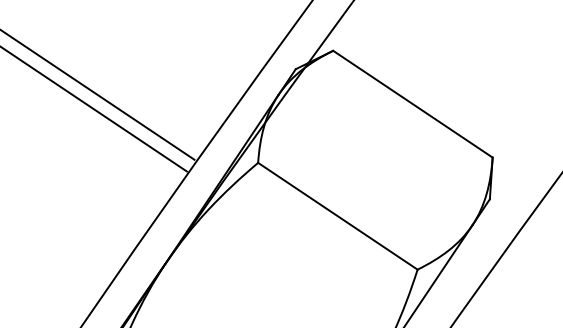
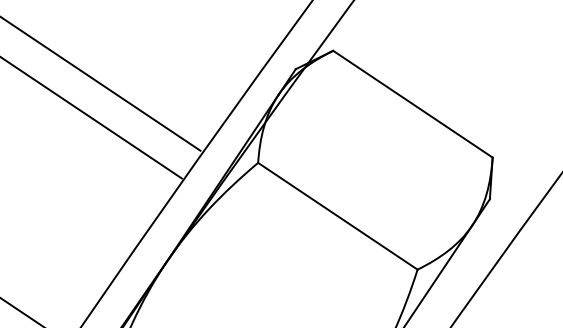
line at (98, 95) position: (98, 95) -> (101, 84)
line at (94, 109) position: (94, 109) -> (91, 118)
line at (21, 311): none -> present
